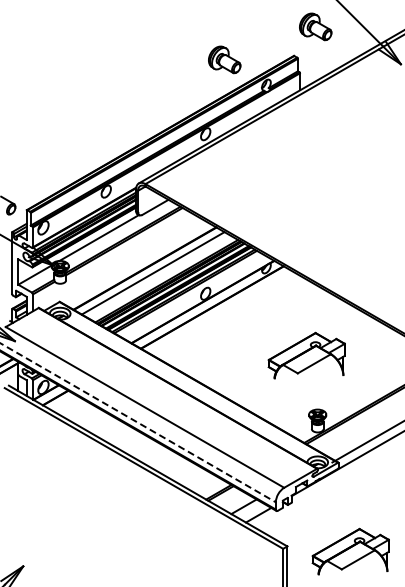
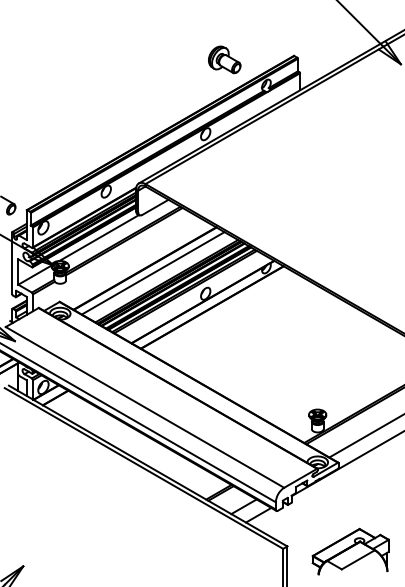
part at (315, 26): present -> none
part at (306, 355): present -> none
line at (138, 422): dashed -> solid
line at (366, 442) position: (366, 442) -> (365, 436)
